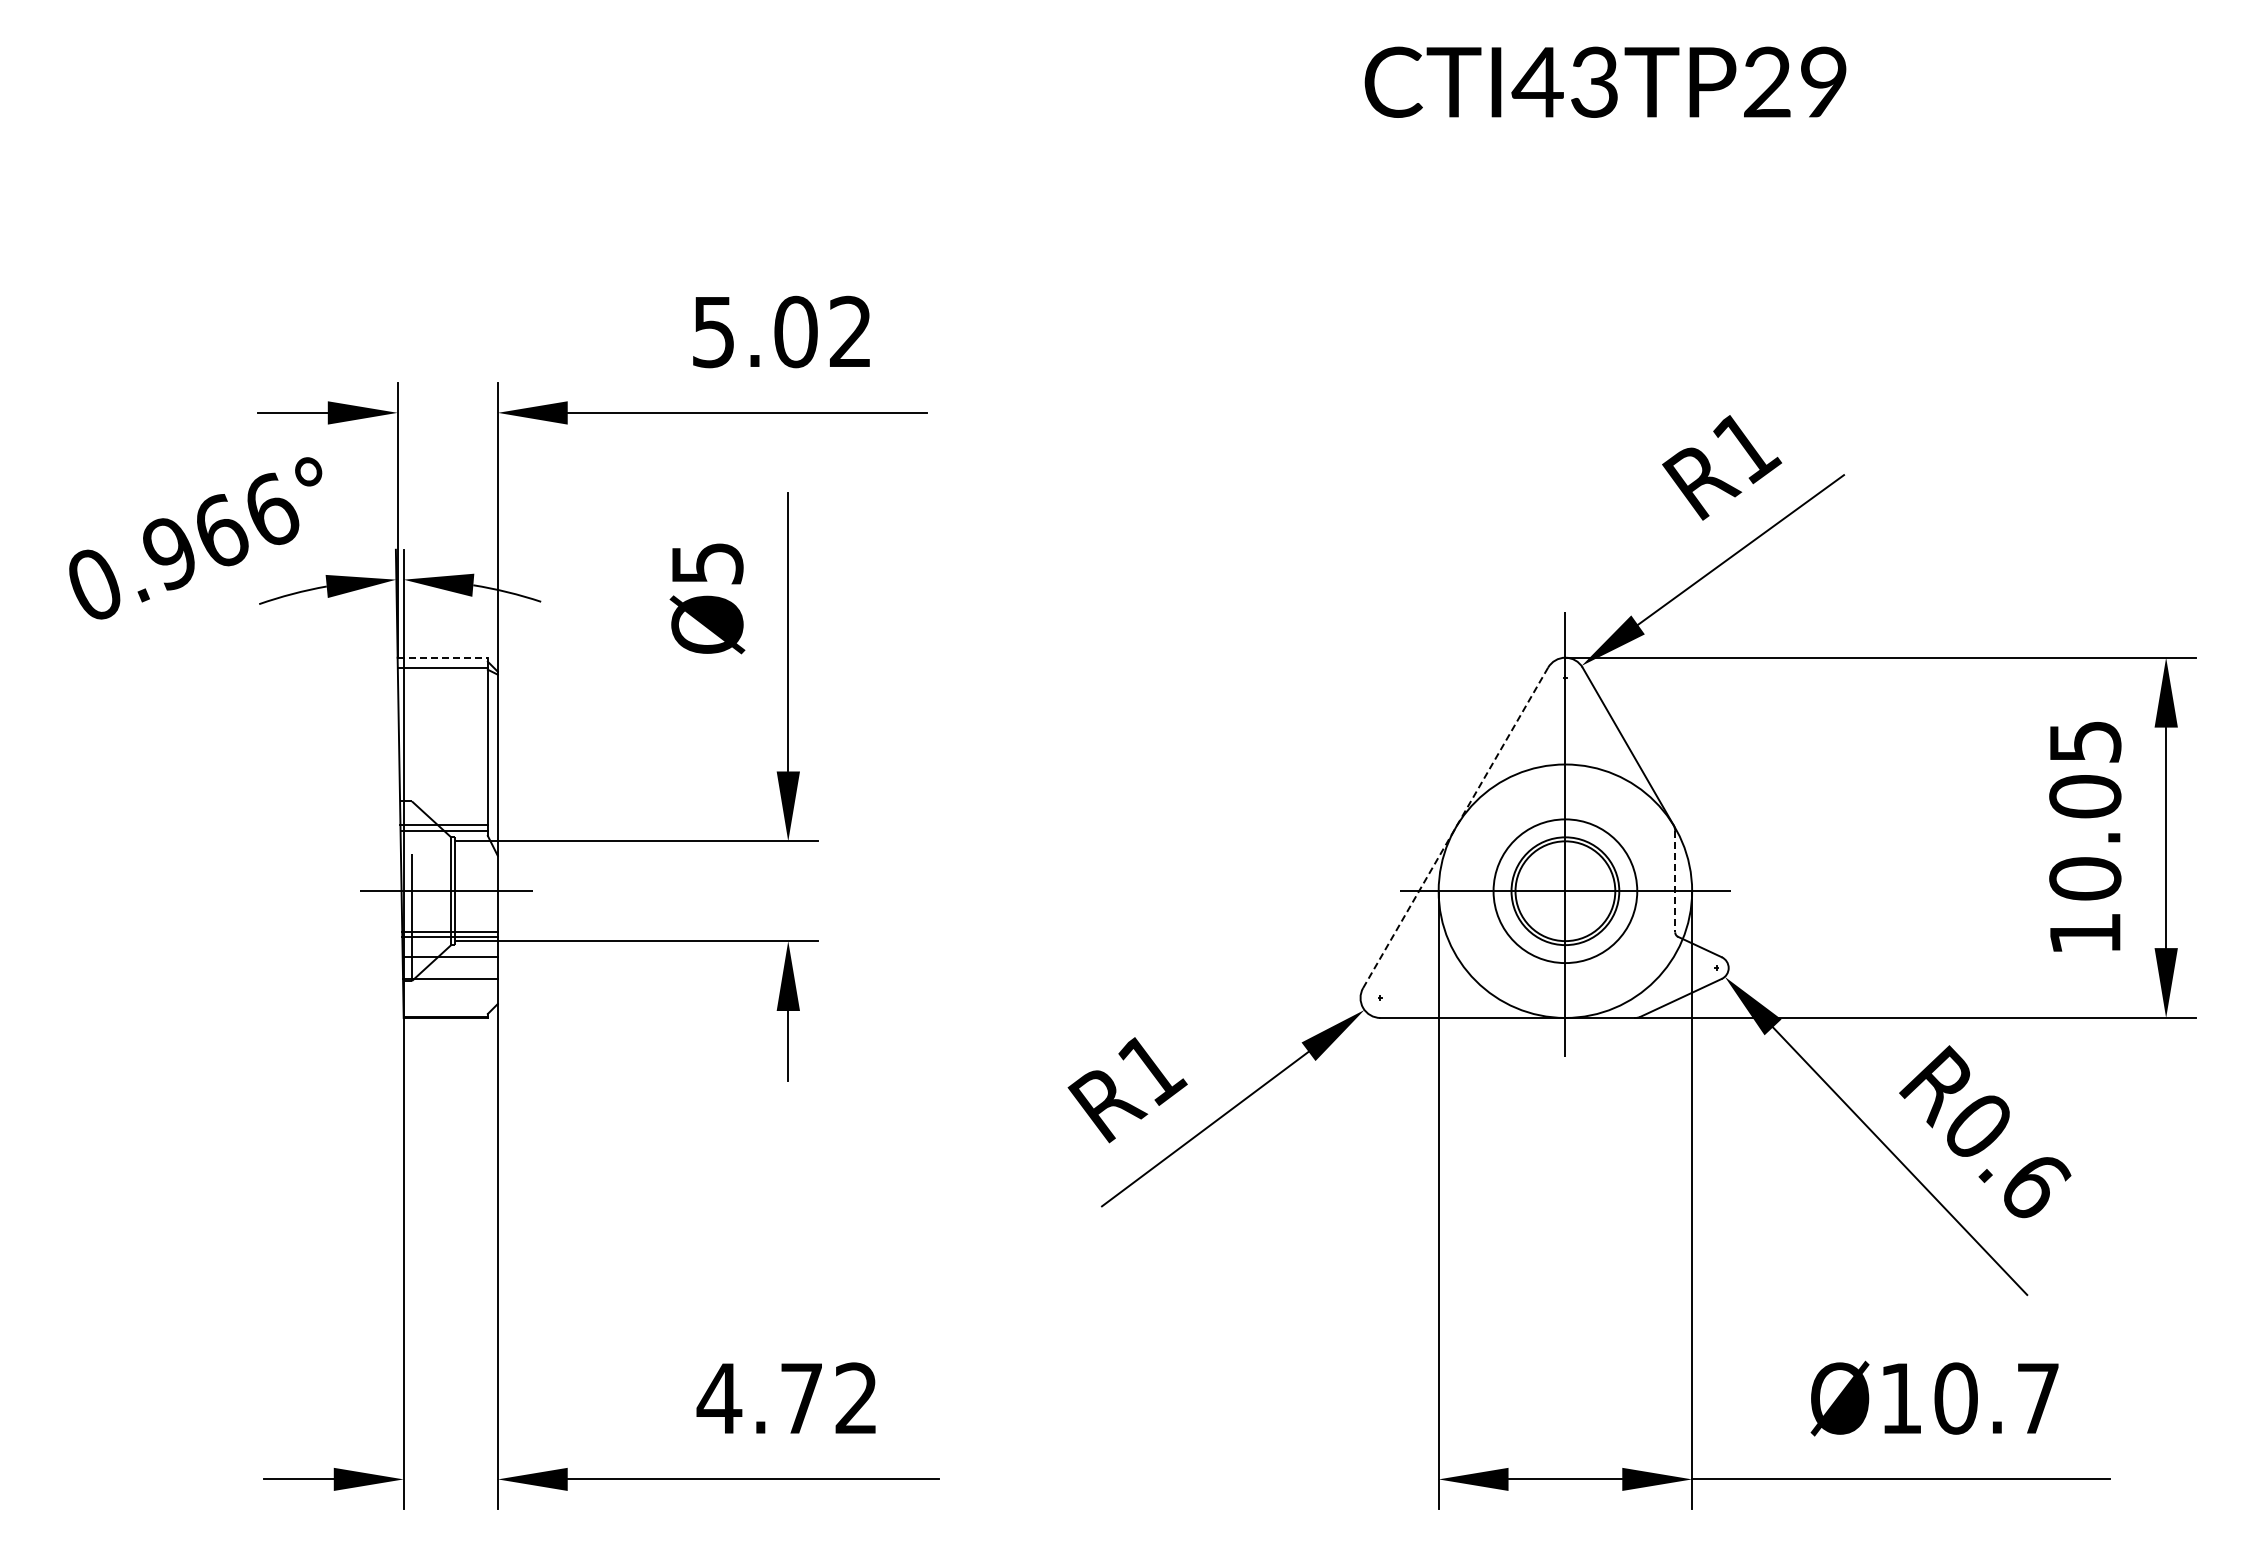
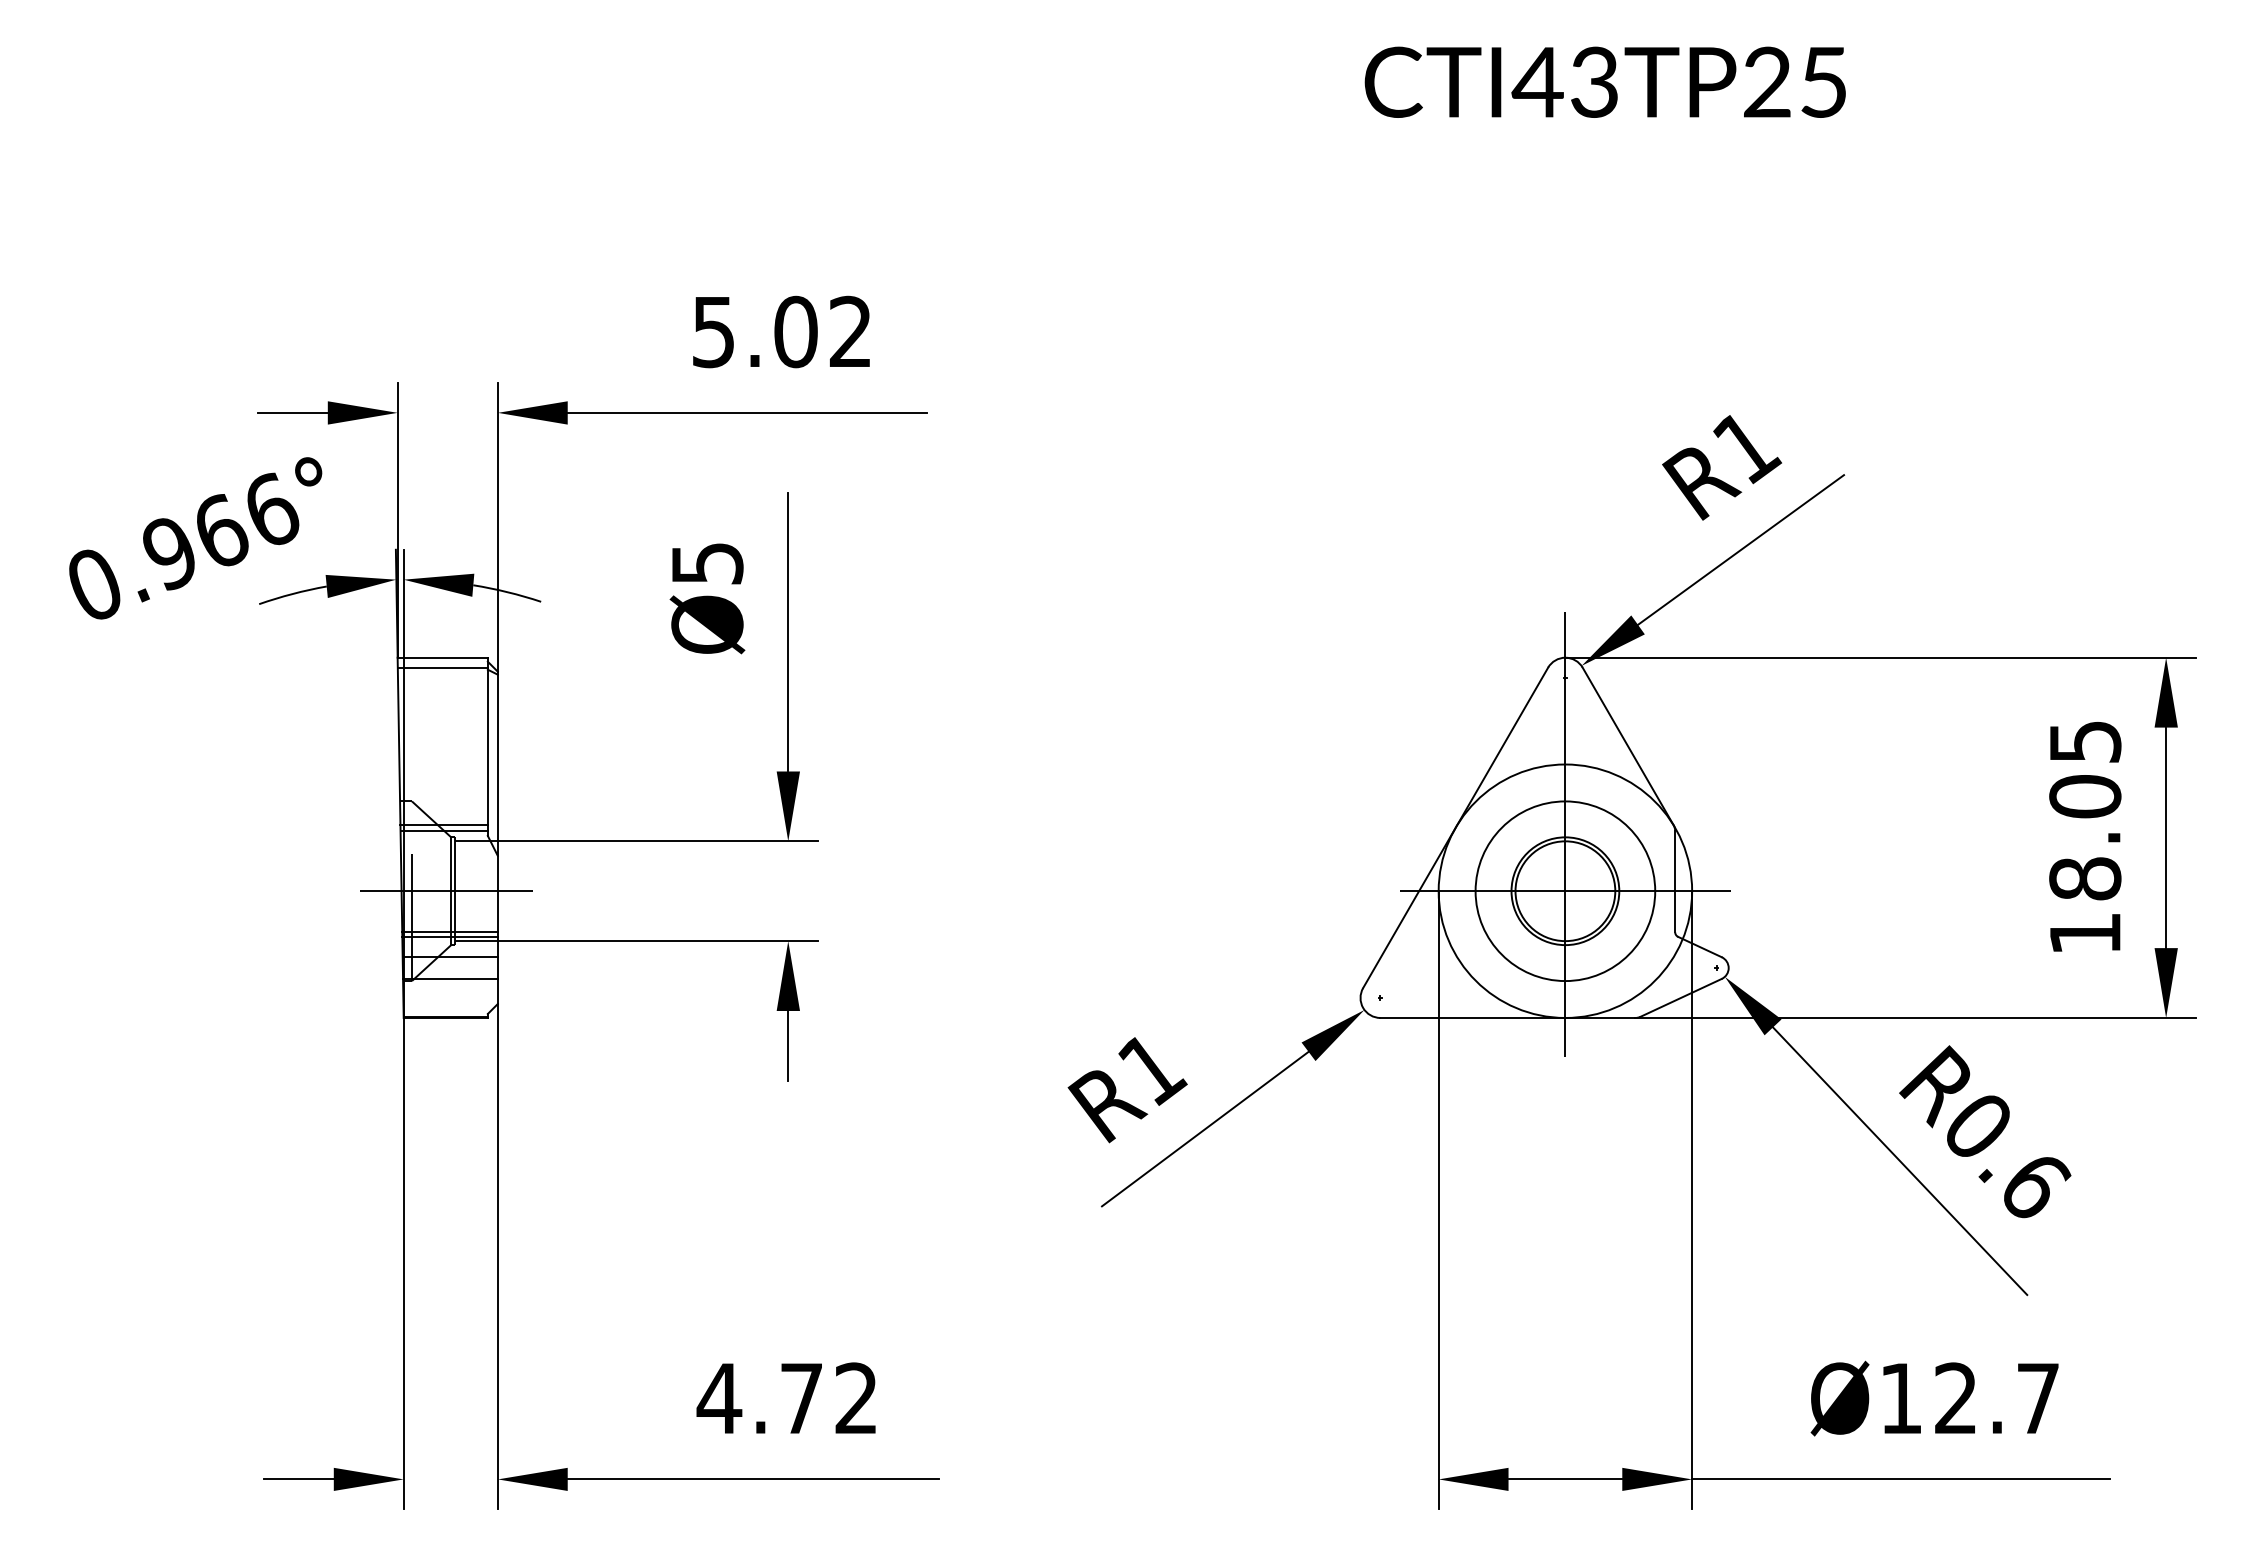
text at (1823, 81): CTI43TP29 -> CTI43TP25
line at (443, 657): dashed -> solid
line at (1455, 827): dashed -> solid
text at (2085, 878): 10.05 -> 18.05
line at (1675, 881): dashed -> solid
circle at (1565, 891) diameter: 144 px -> 180 px
text at (1955, 1398): Ø10.7 -> Ø12.7
